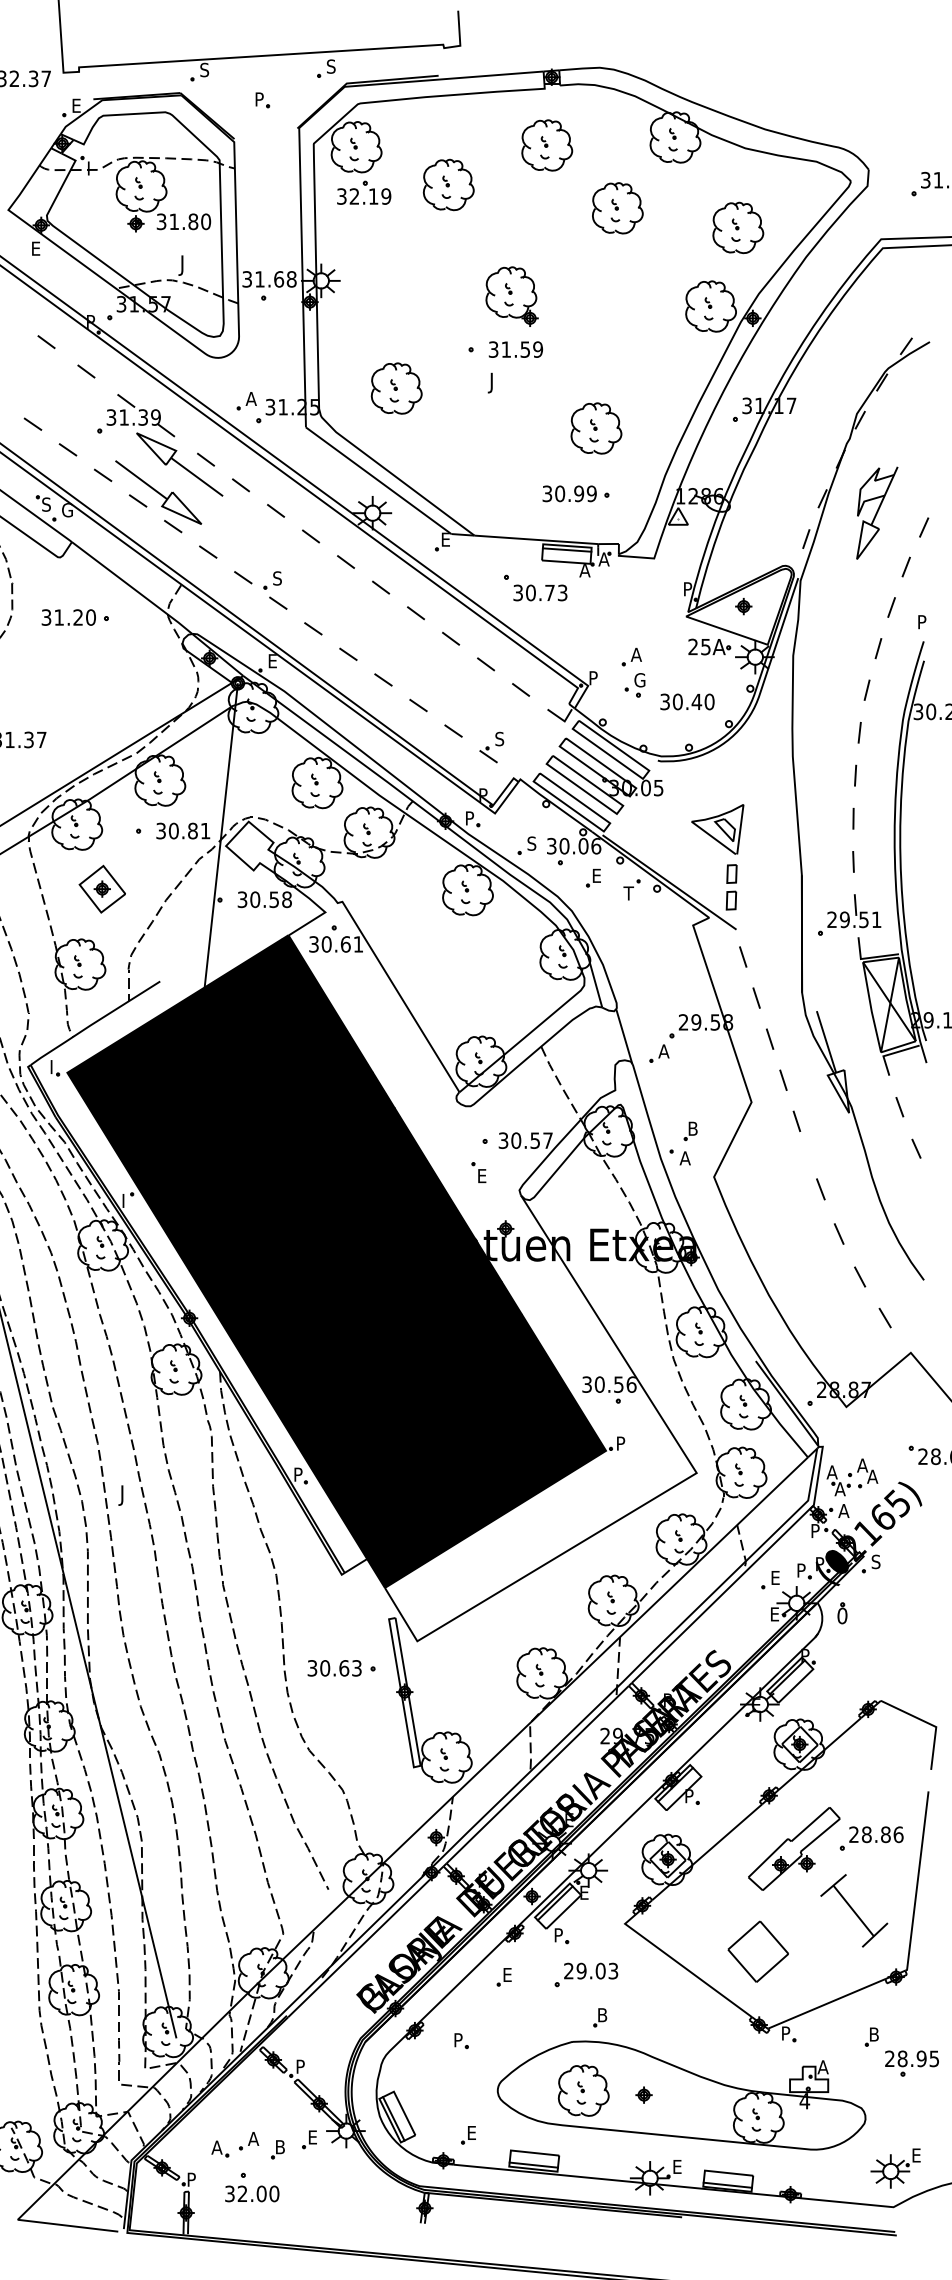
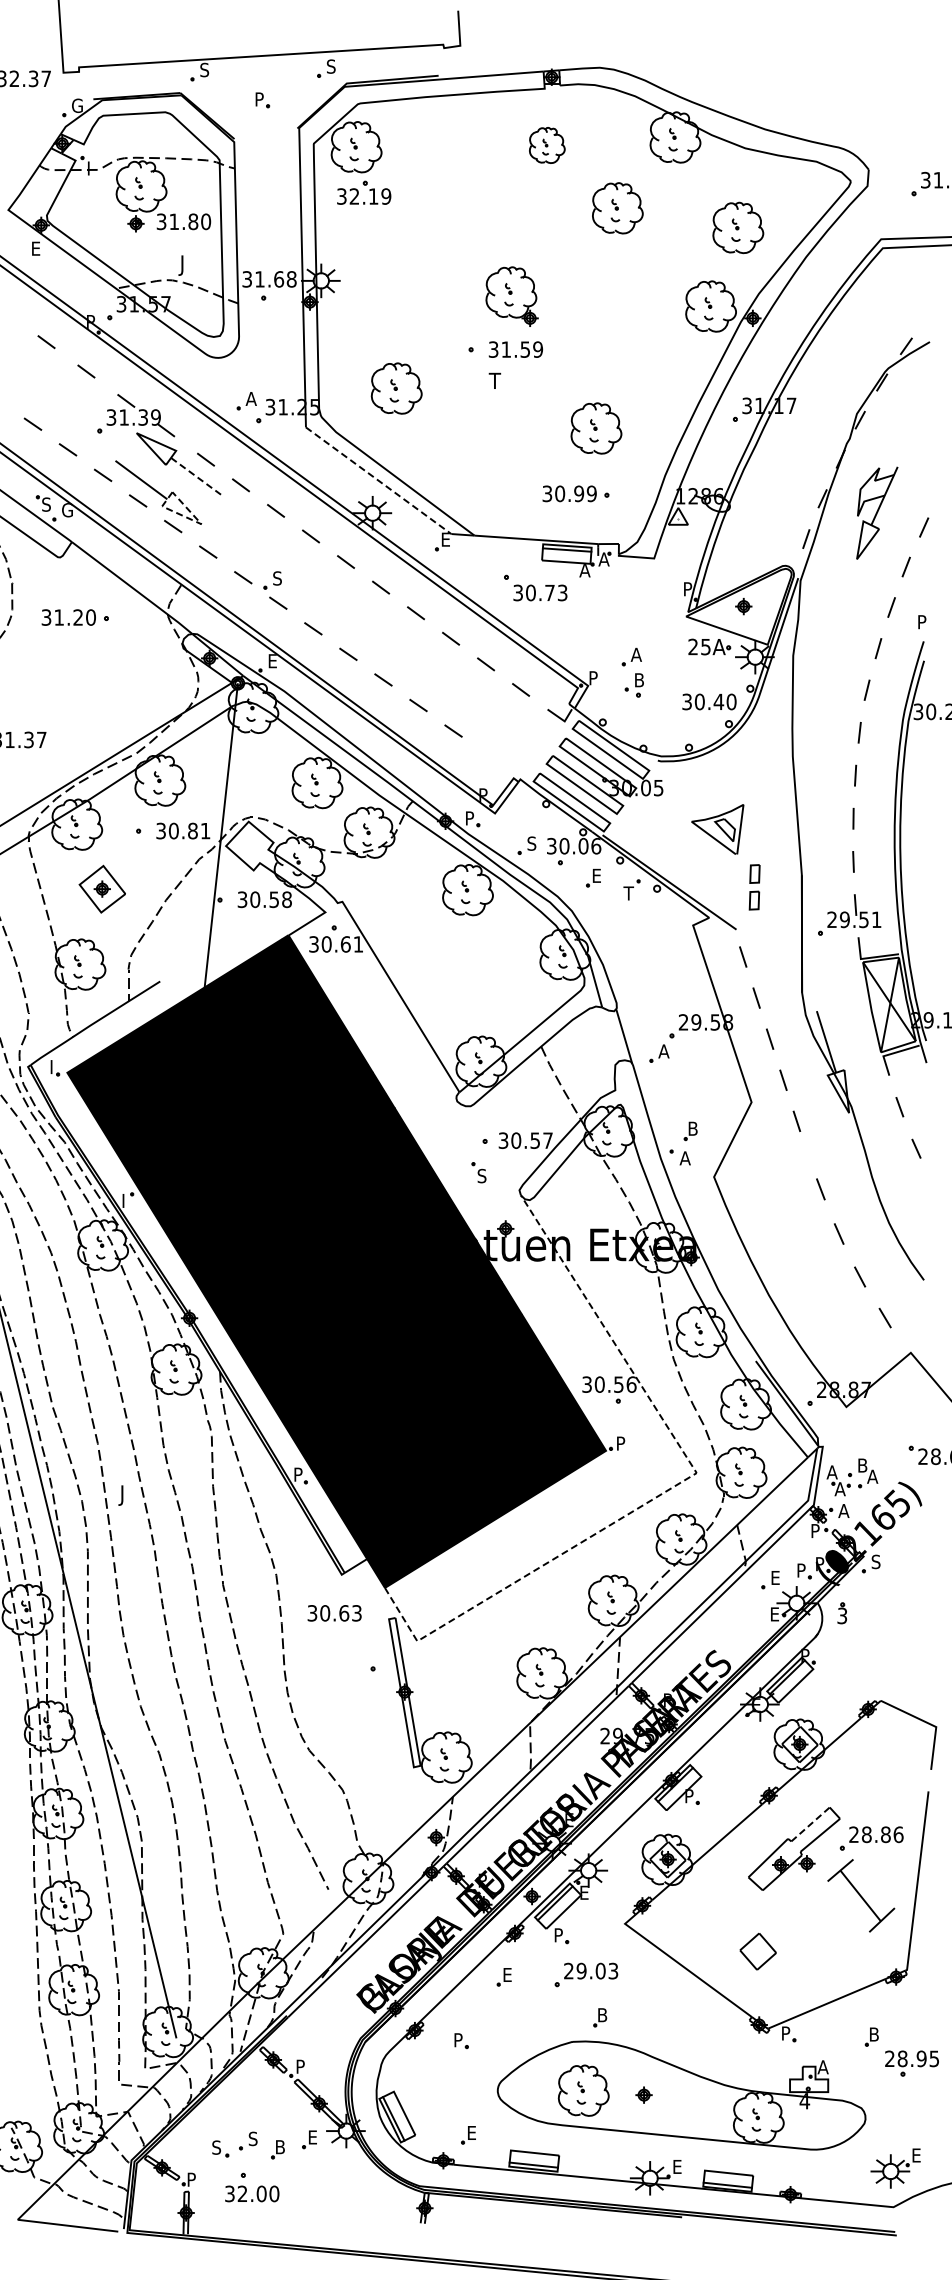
text at (77, 105): E -> G
part at (547, 145) size: 53x53 px -> 37x37 px
part at (448, 184): present -> none
text at (494, 382): J -> T
line at (197, 477): solid -> dashed
line at (379, 481): solid -> dashed
line at (193, 520): solid -> dashed
text at (639, 680): G -> B
text at (687, 701) position: (687, 701) -> (709, 701)
part at (491, 747): present -> none
part at (731, 887) position: (731, 887) -> (754, 887)
text at (481, 1175): E -> S
text at (862, 1465): A -> B
line at (671, 1488): solid -> dashed
text at (842, 1615): 0 -> 3
text at (334, 1668) position: (334, 1668) -> (334, 1613)
line at (810, 1824): solid -> dashed
part at (854, 1910) position: (854, 1910) -> (861, 1895)
part at (757, 1951) size: 62x63 px -> 38x39 px
text at (253, 2138): A -> S
text at (216, 2147): A -> S
